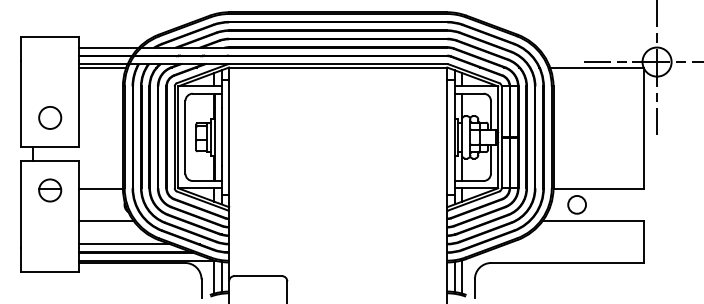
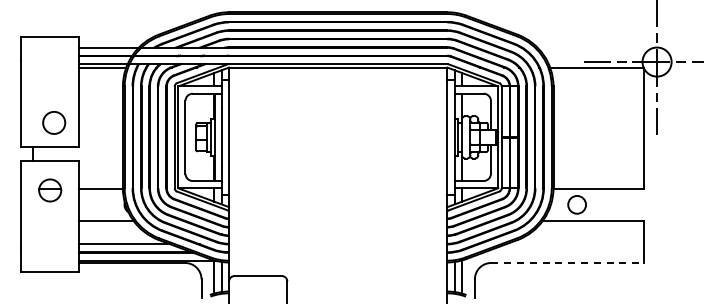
circle at (50, 117) position: (50, 117) -> (54, 122)
line at (567, 262): solid -> dashed
